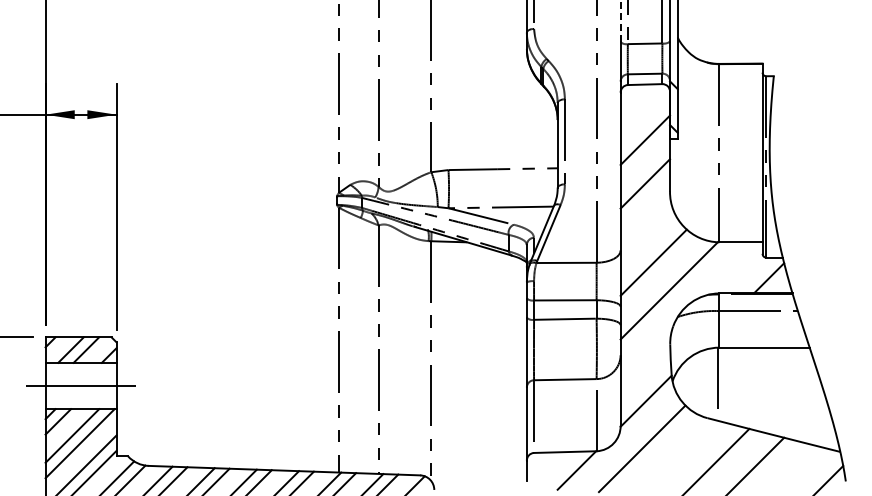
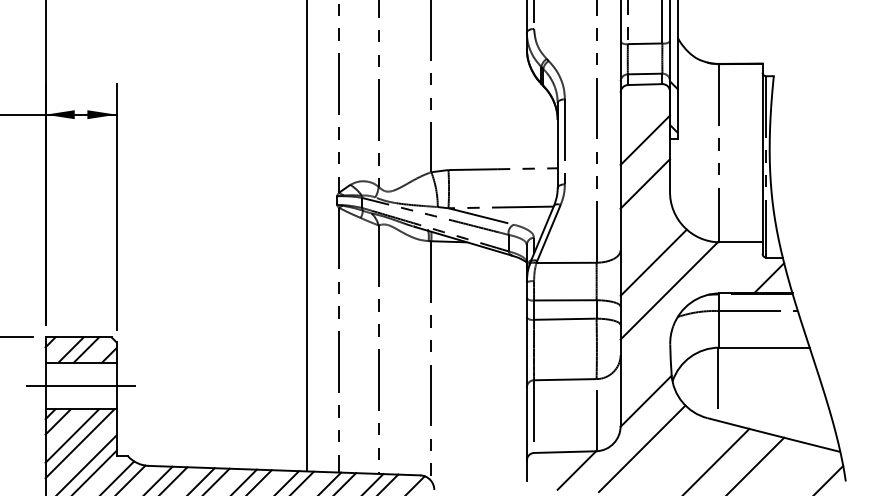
line at (620, 21): dashed -> solid
line at (307, 236): none -> present
